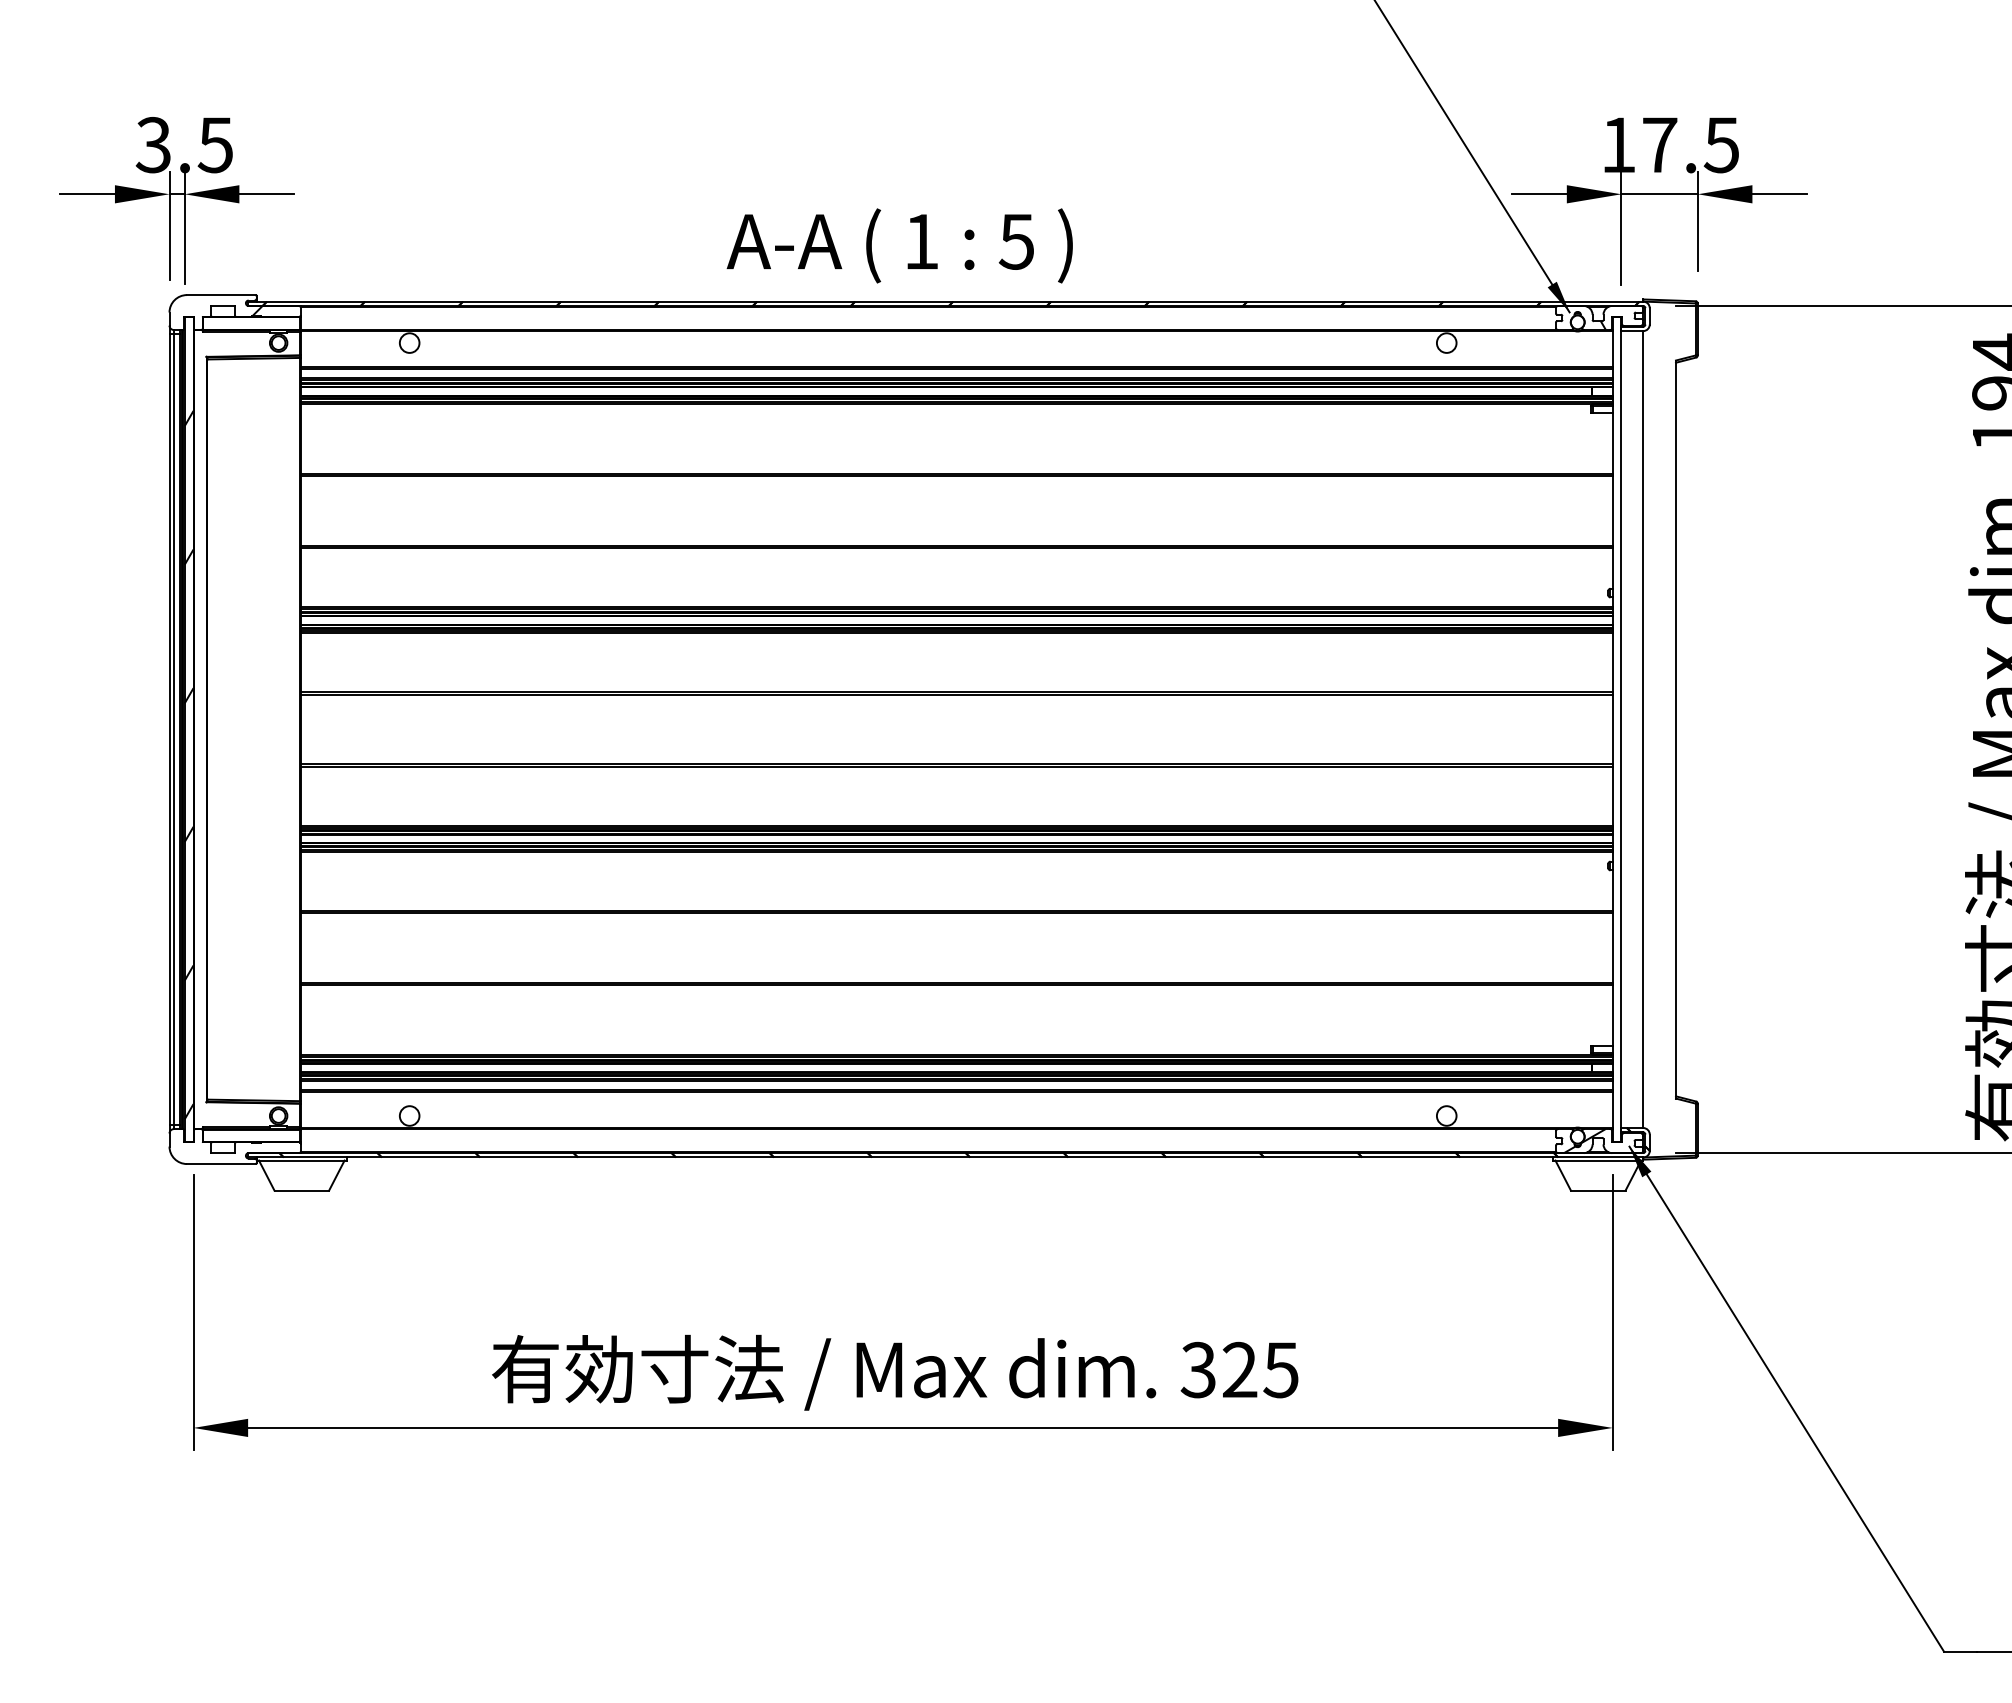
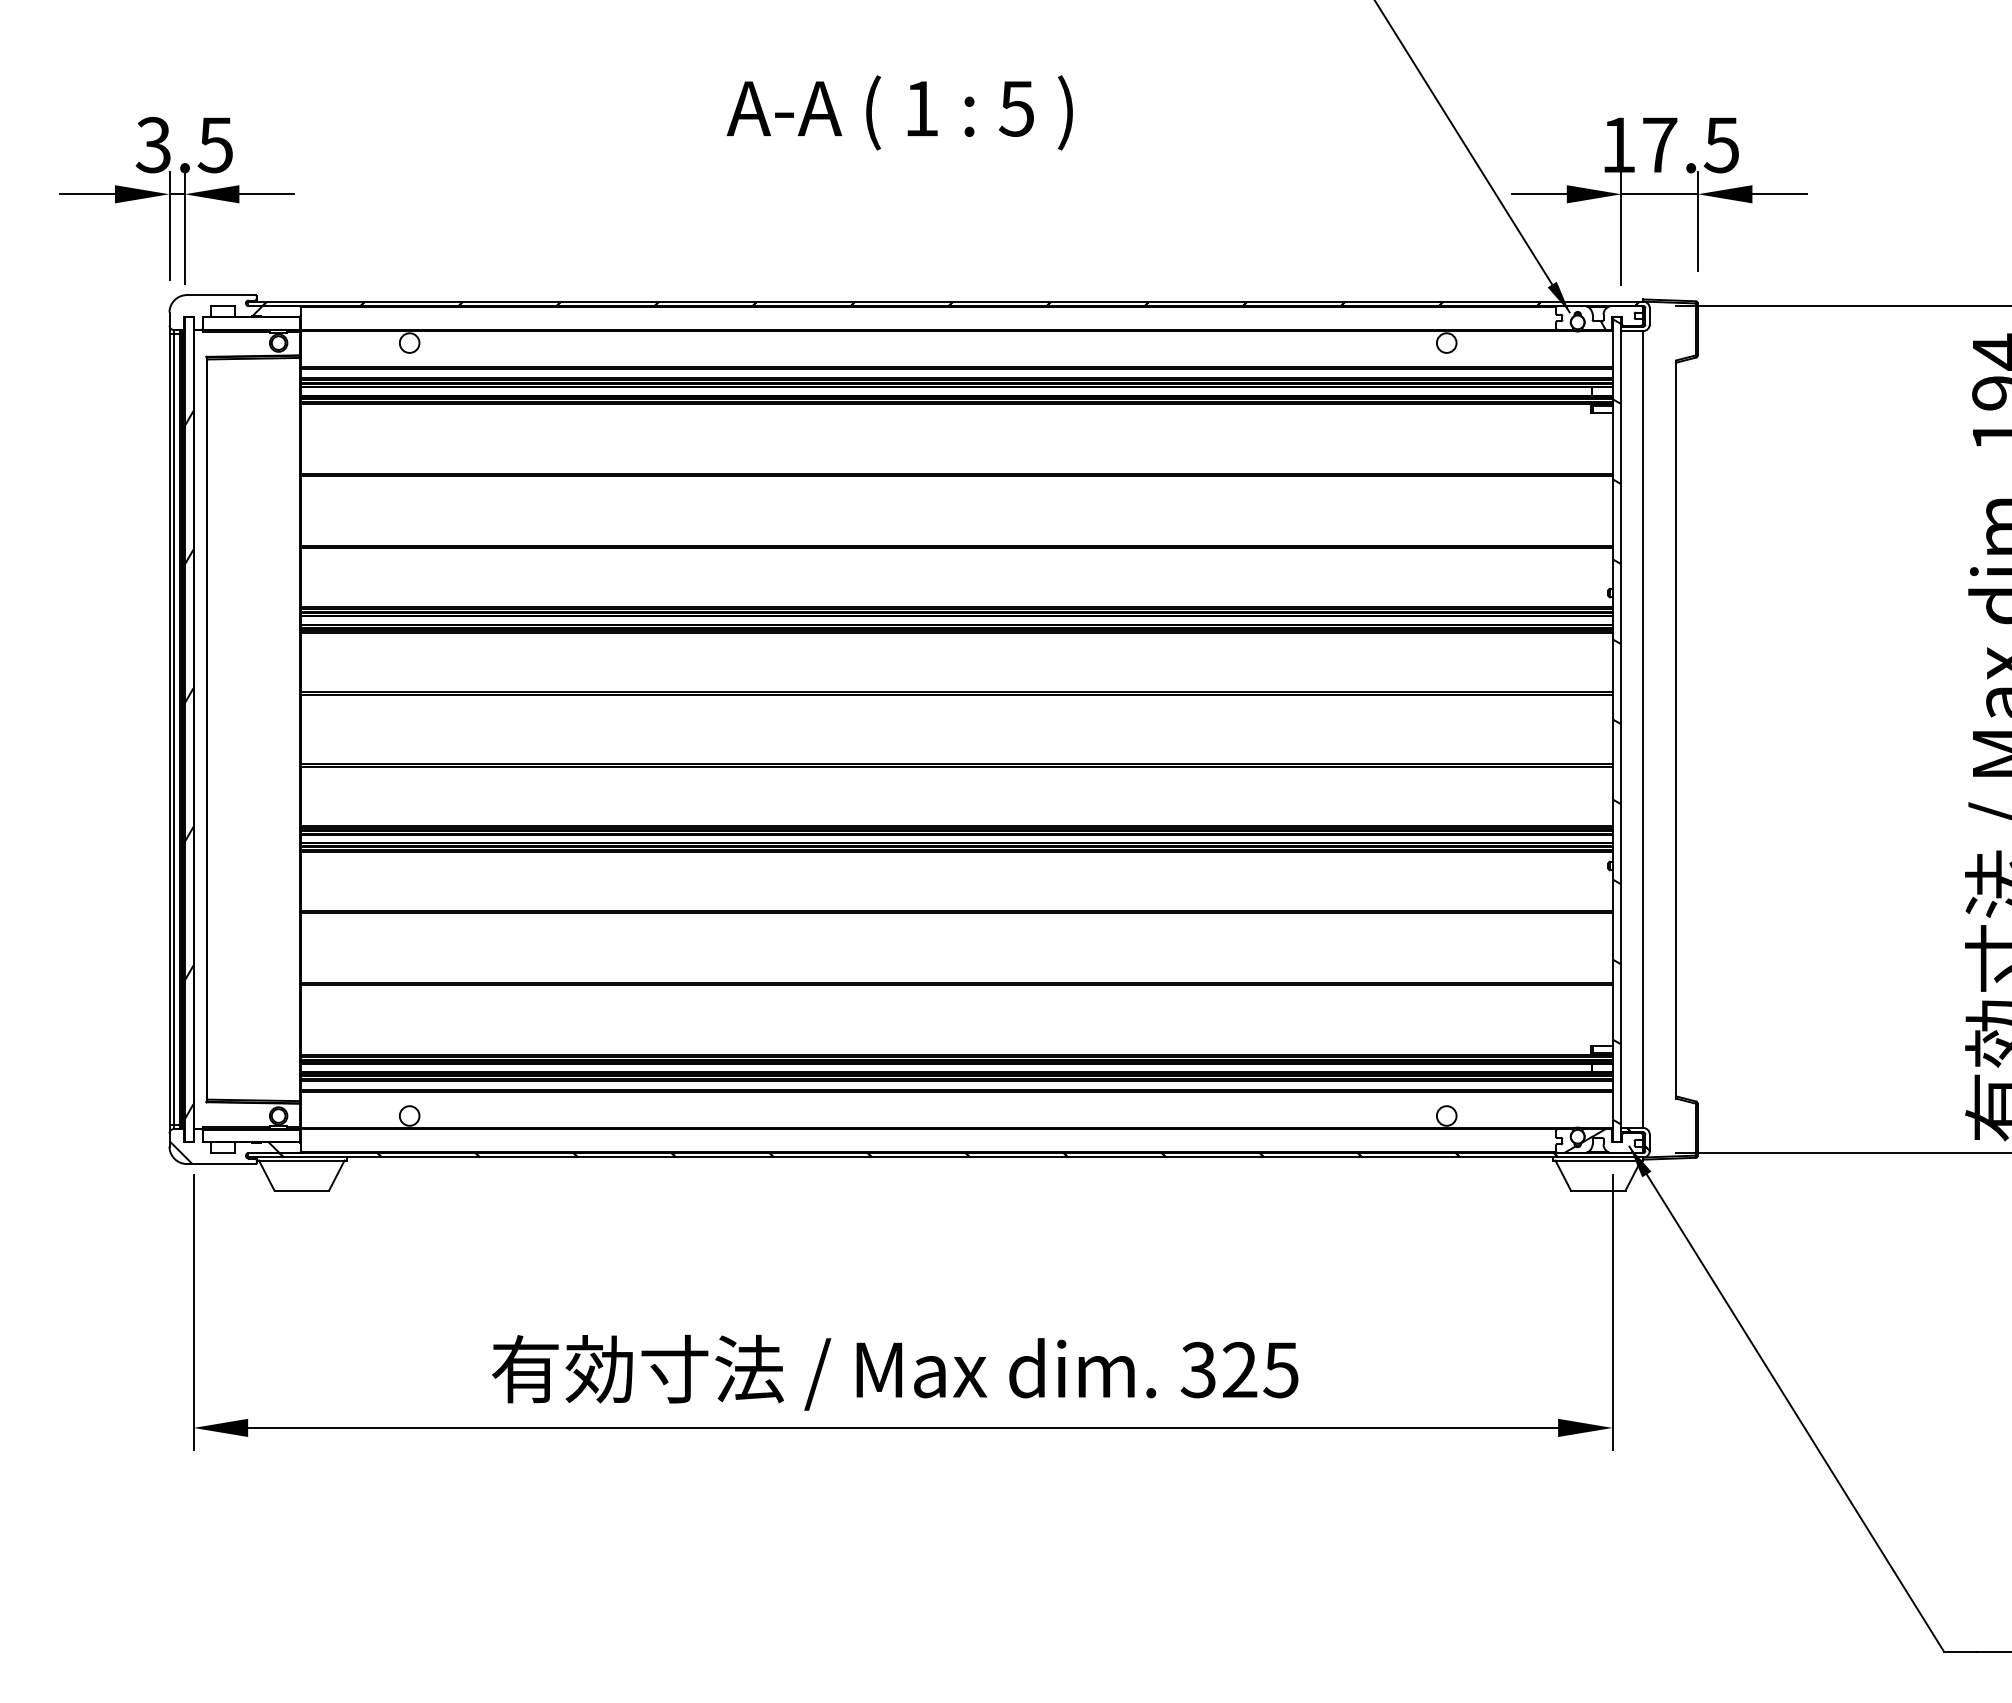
text at (899, 245) position: (899, 245) -> (899, 112)
hatch at (1616, 721): none -> present
hatch at (224, 1152): none -> present
